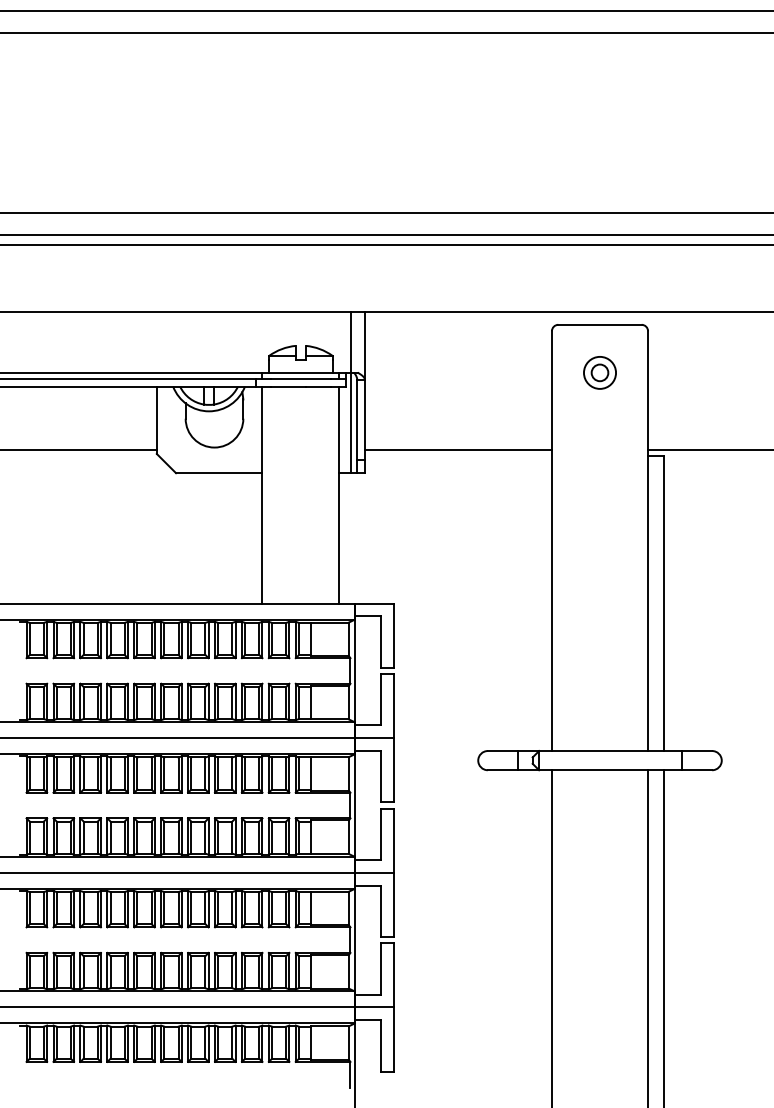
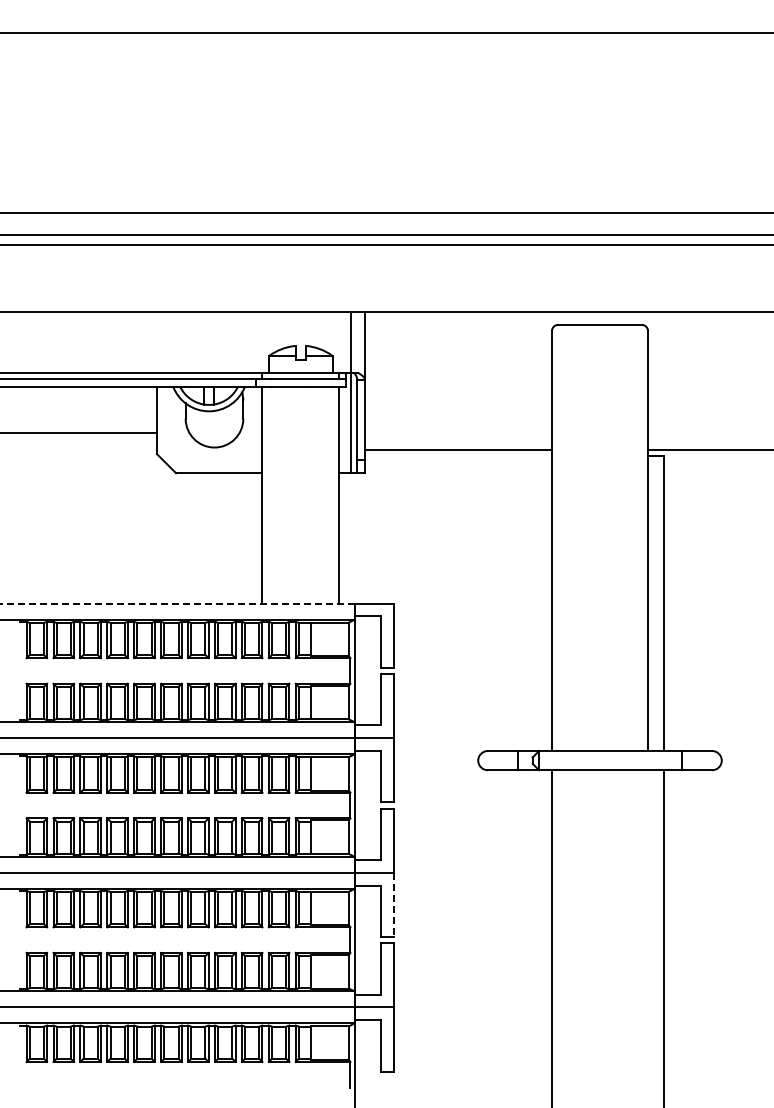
line at (386, 10): present -> none
part at (599, 372): present -> none
line at (79, 449) position: (79, 449) -> (79, 432)
line at (177, 603): solid -> dashed
line at (393, 905): solid -> dashed
line at (648, 937): present -> none
